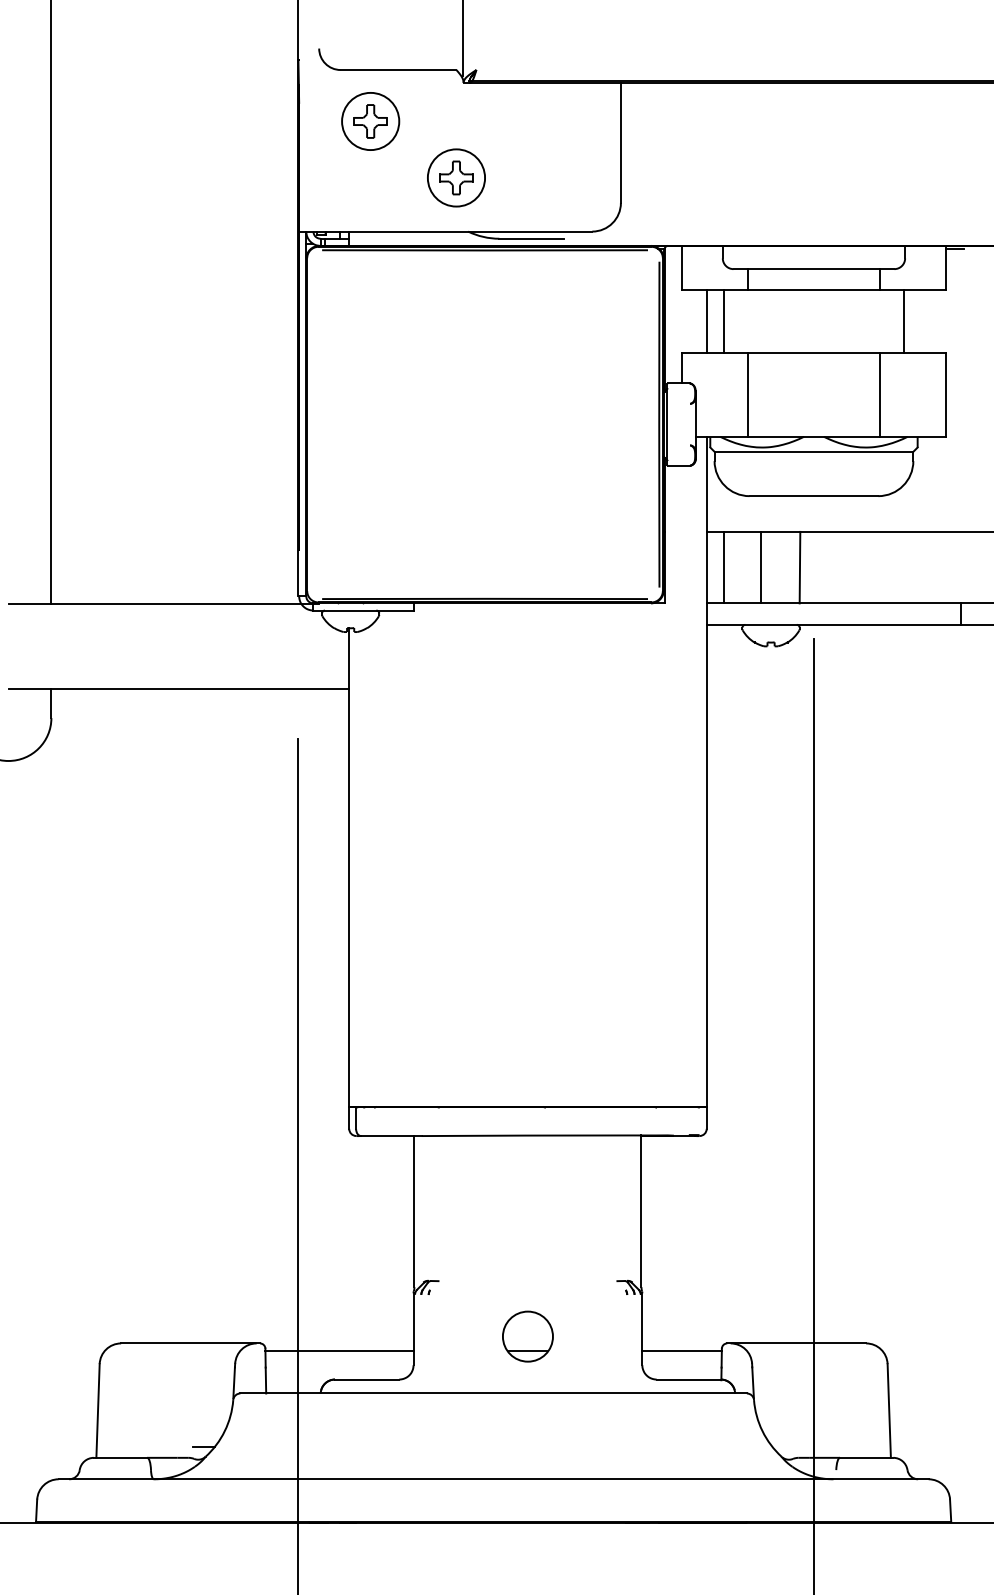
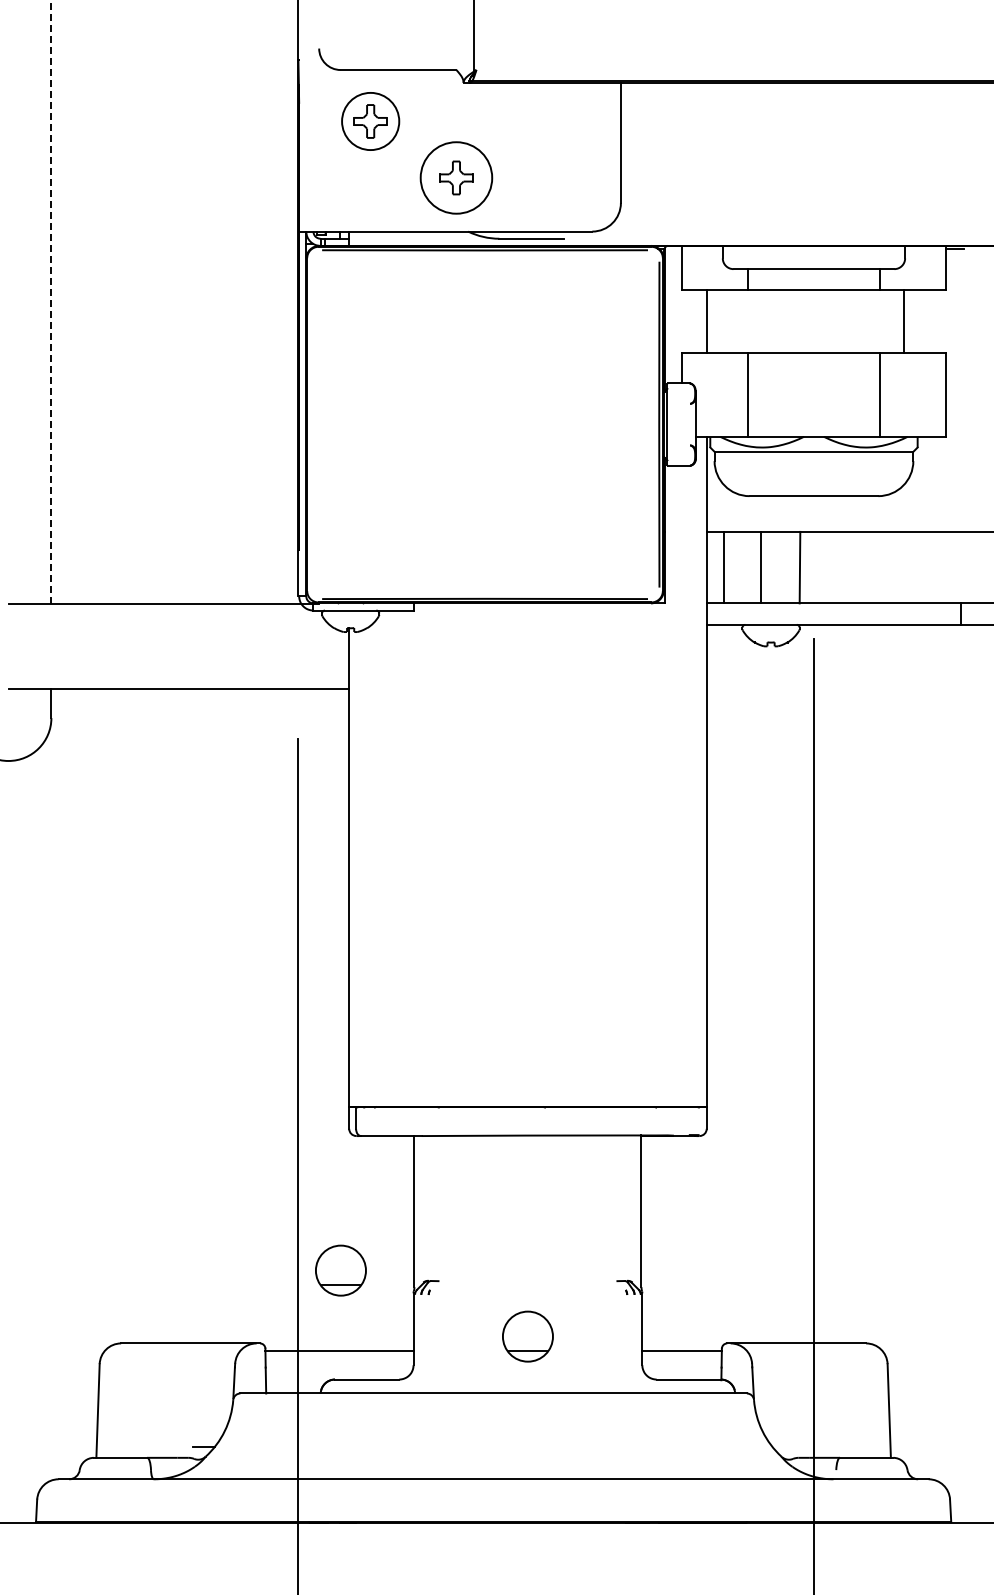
line at (462, 38) position: (462, 38) -> (473, 38)
circle at (456, 177) diameter: 57 px -> 72 px
line at (51, 302): solid -> dashed
line at (723, 321): present -> none
part at (340, 1270): none -> present
